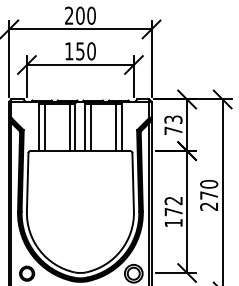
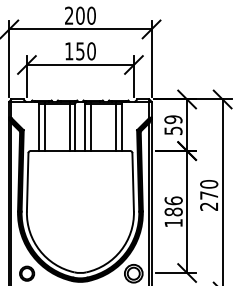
text at (173, 124): 73 -> 59
text at (173, 206): 172 -> 186
